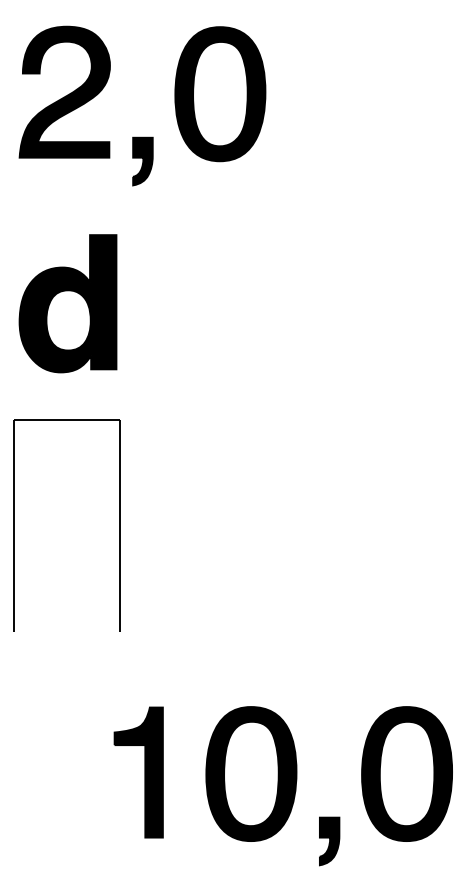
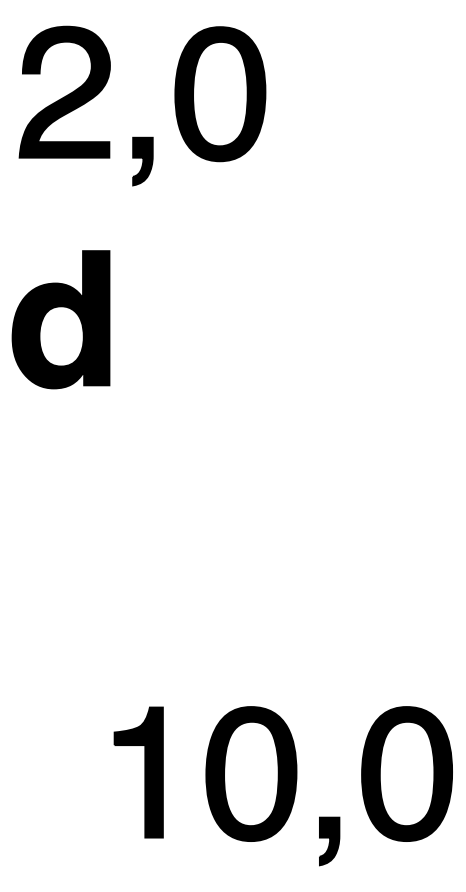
part at (67, 303) position: (67, 303) -> (60, 319)
part at (14, 525): present -> none
